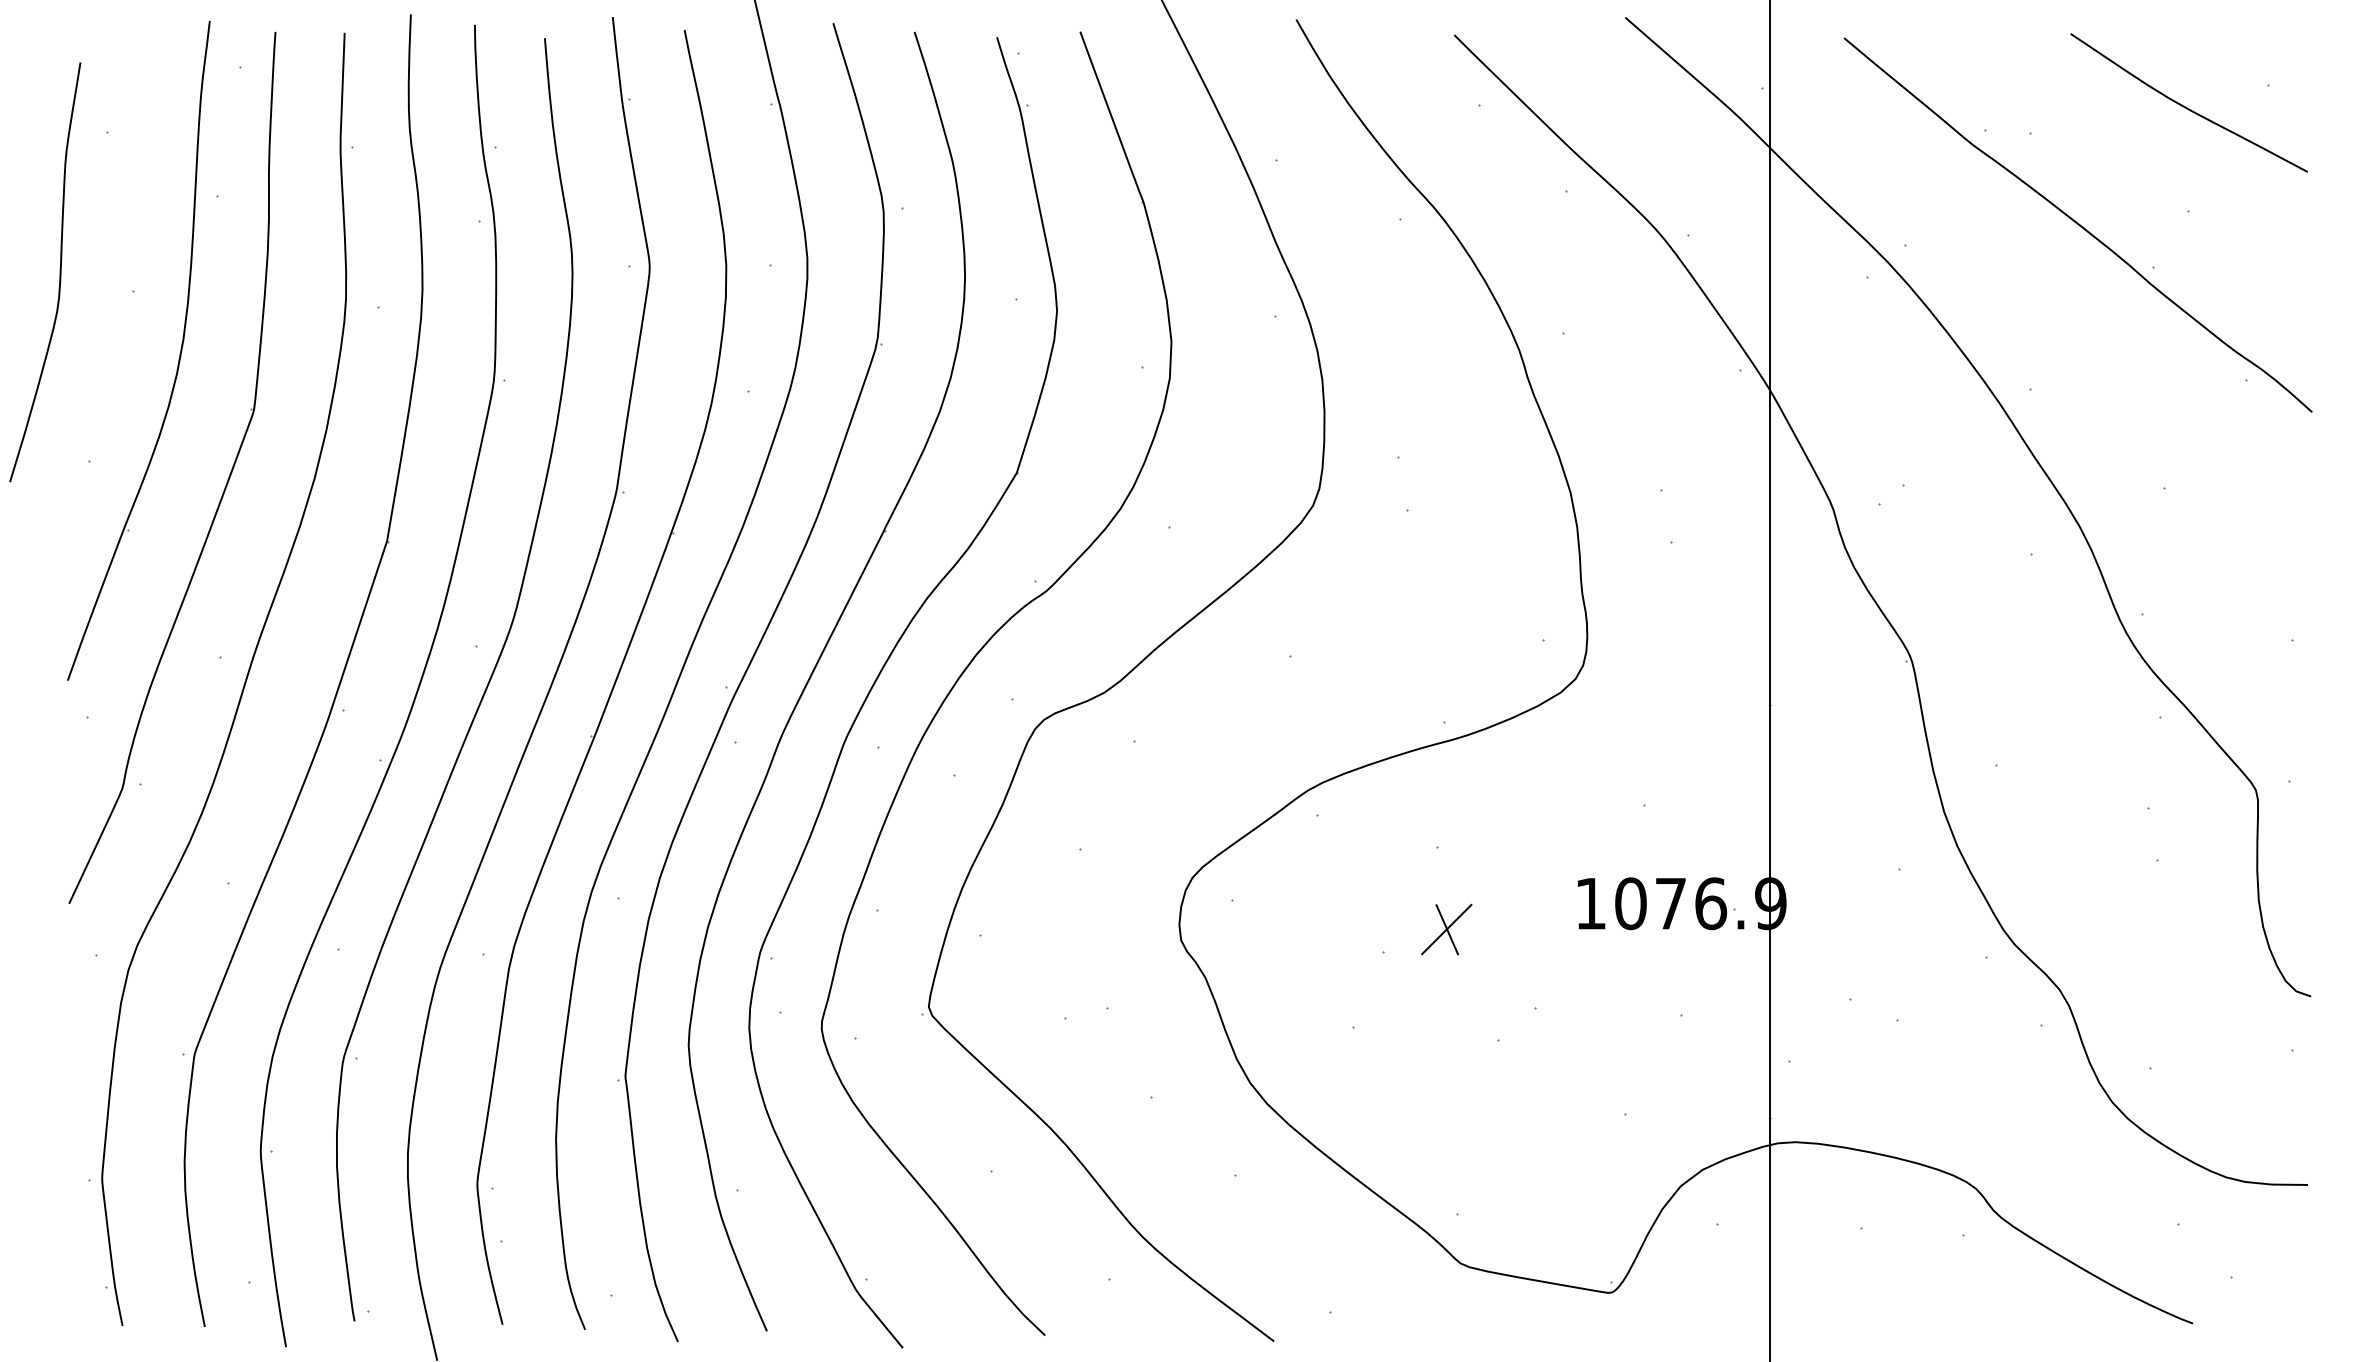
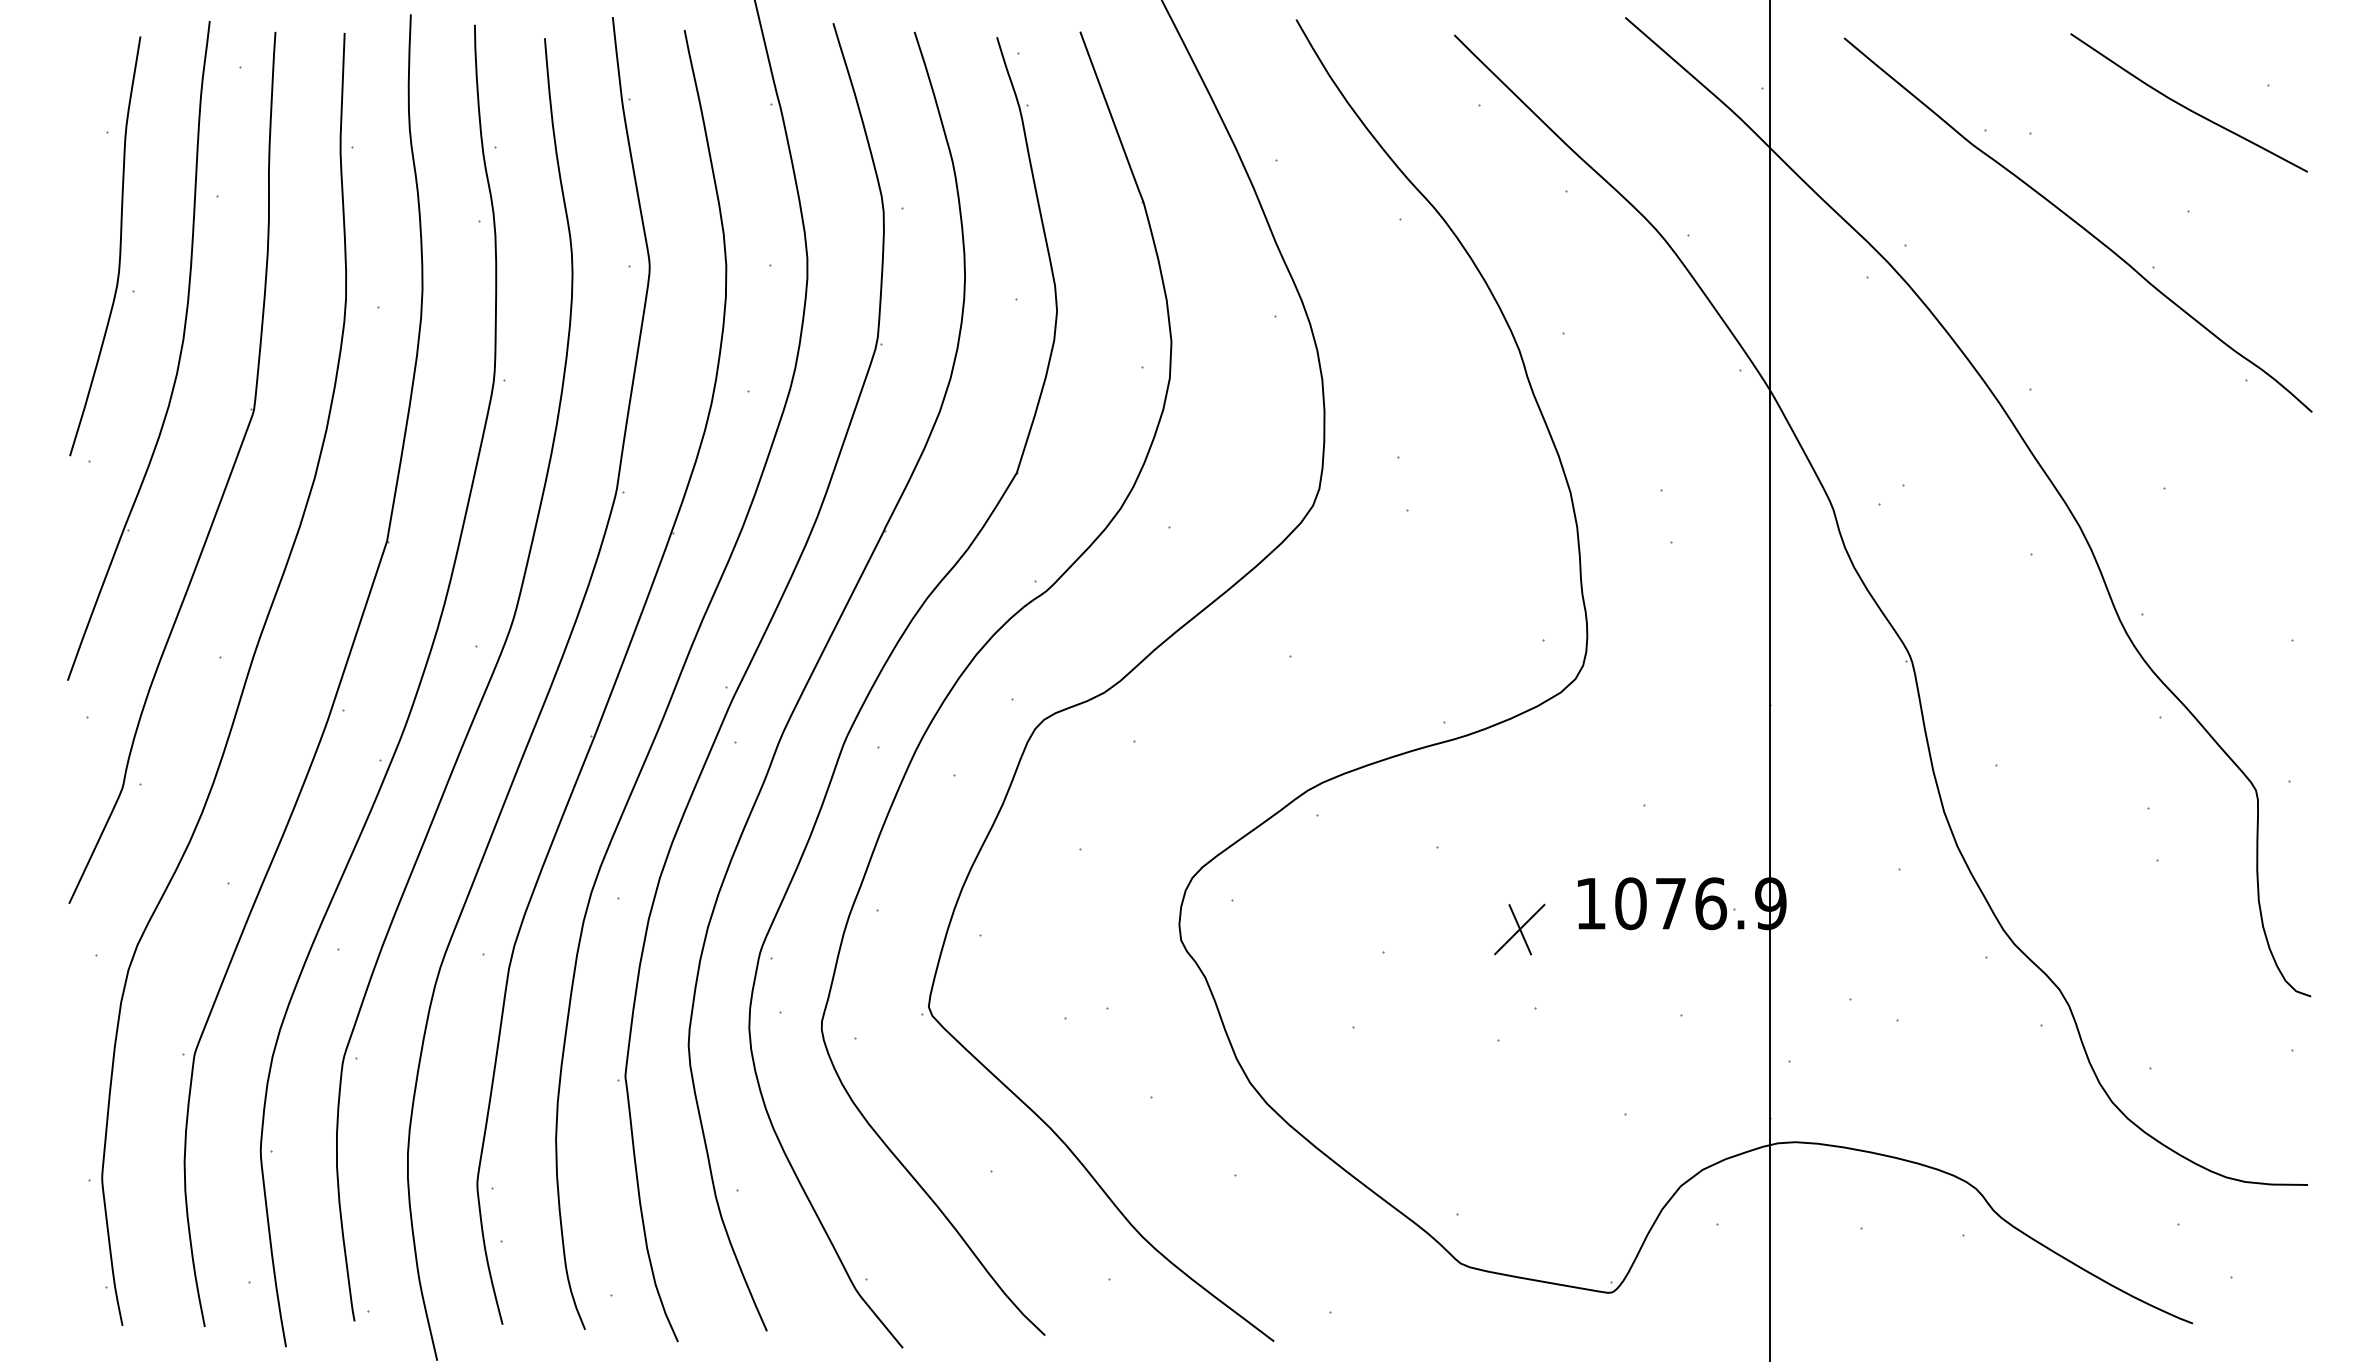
curve at (59, 272) position: (59, 272) -> (119, 246)
part at (1446, 929) position: (1446, 929) -> (1519, 929)
